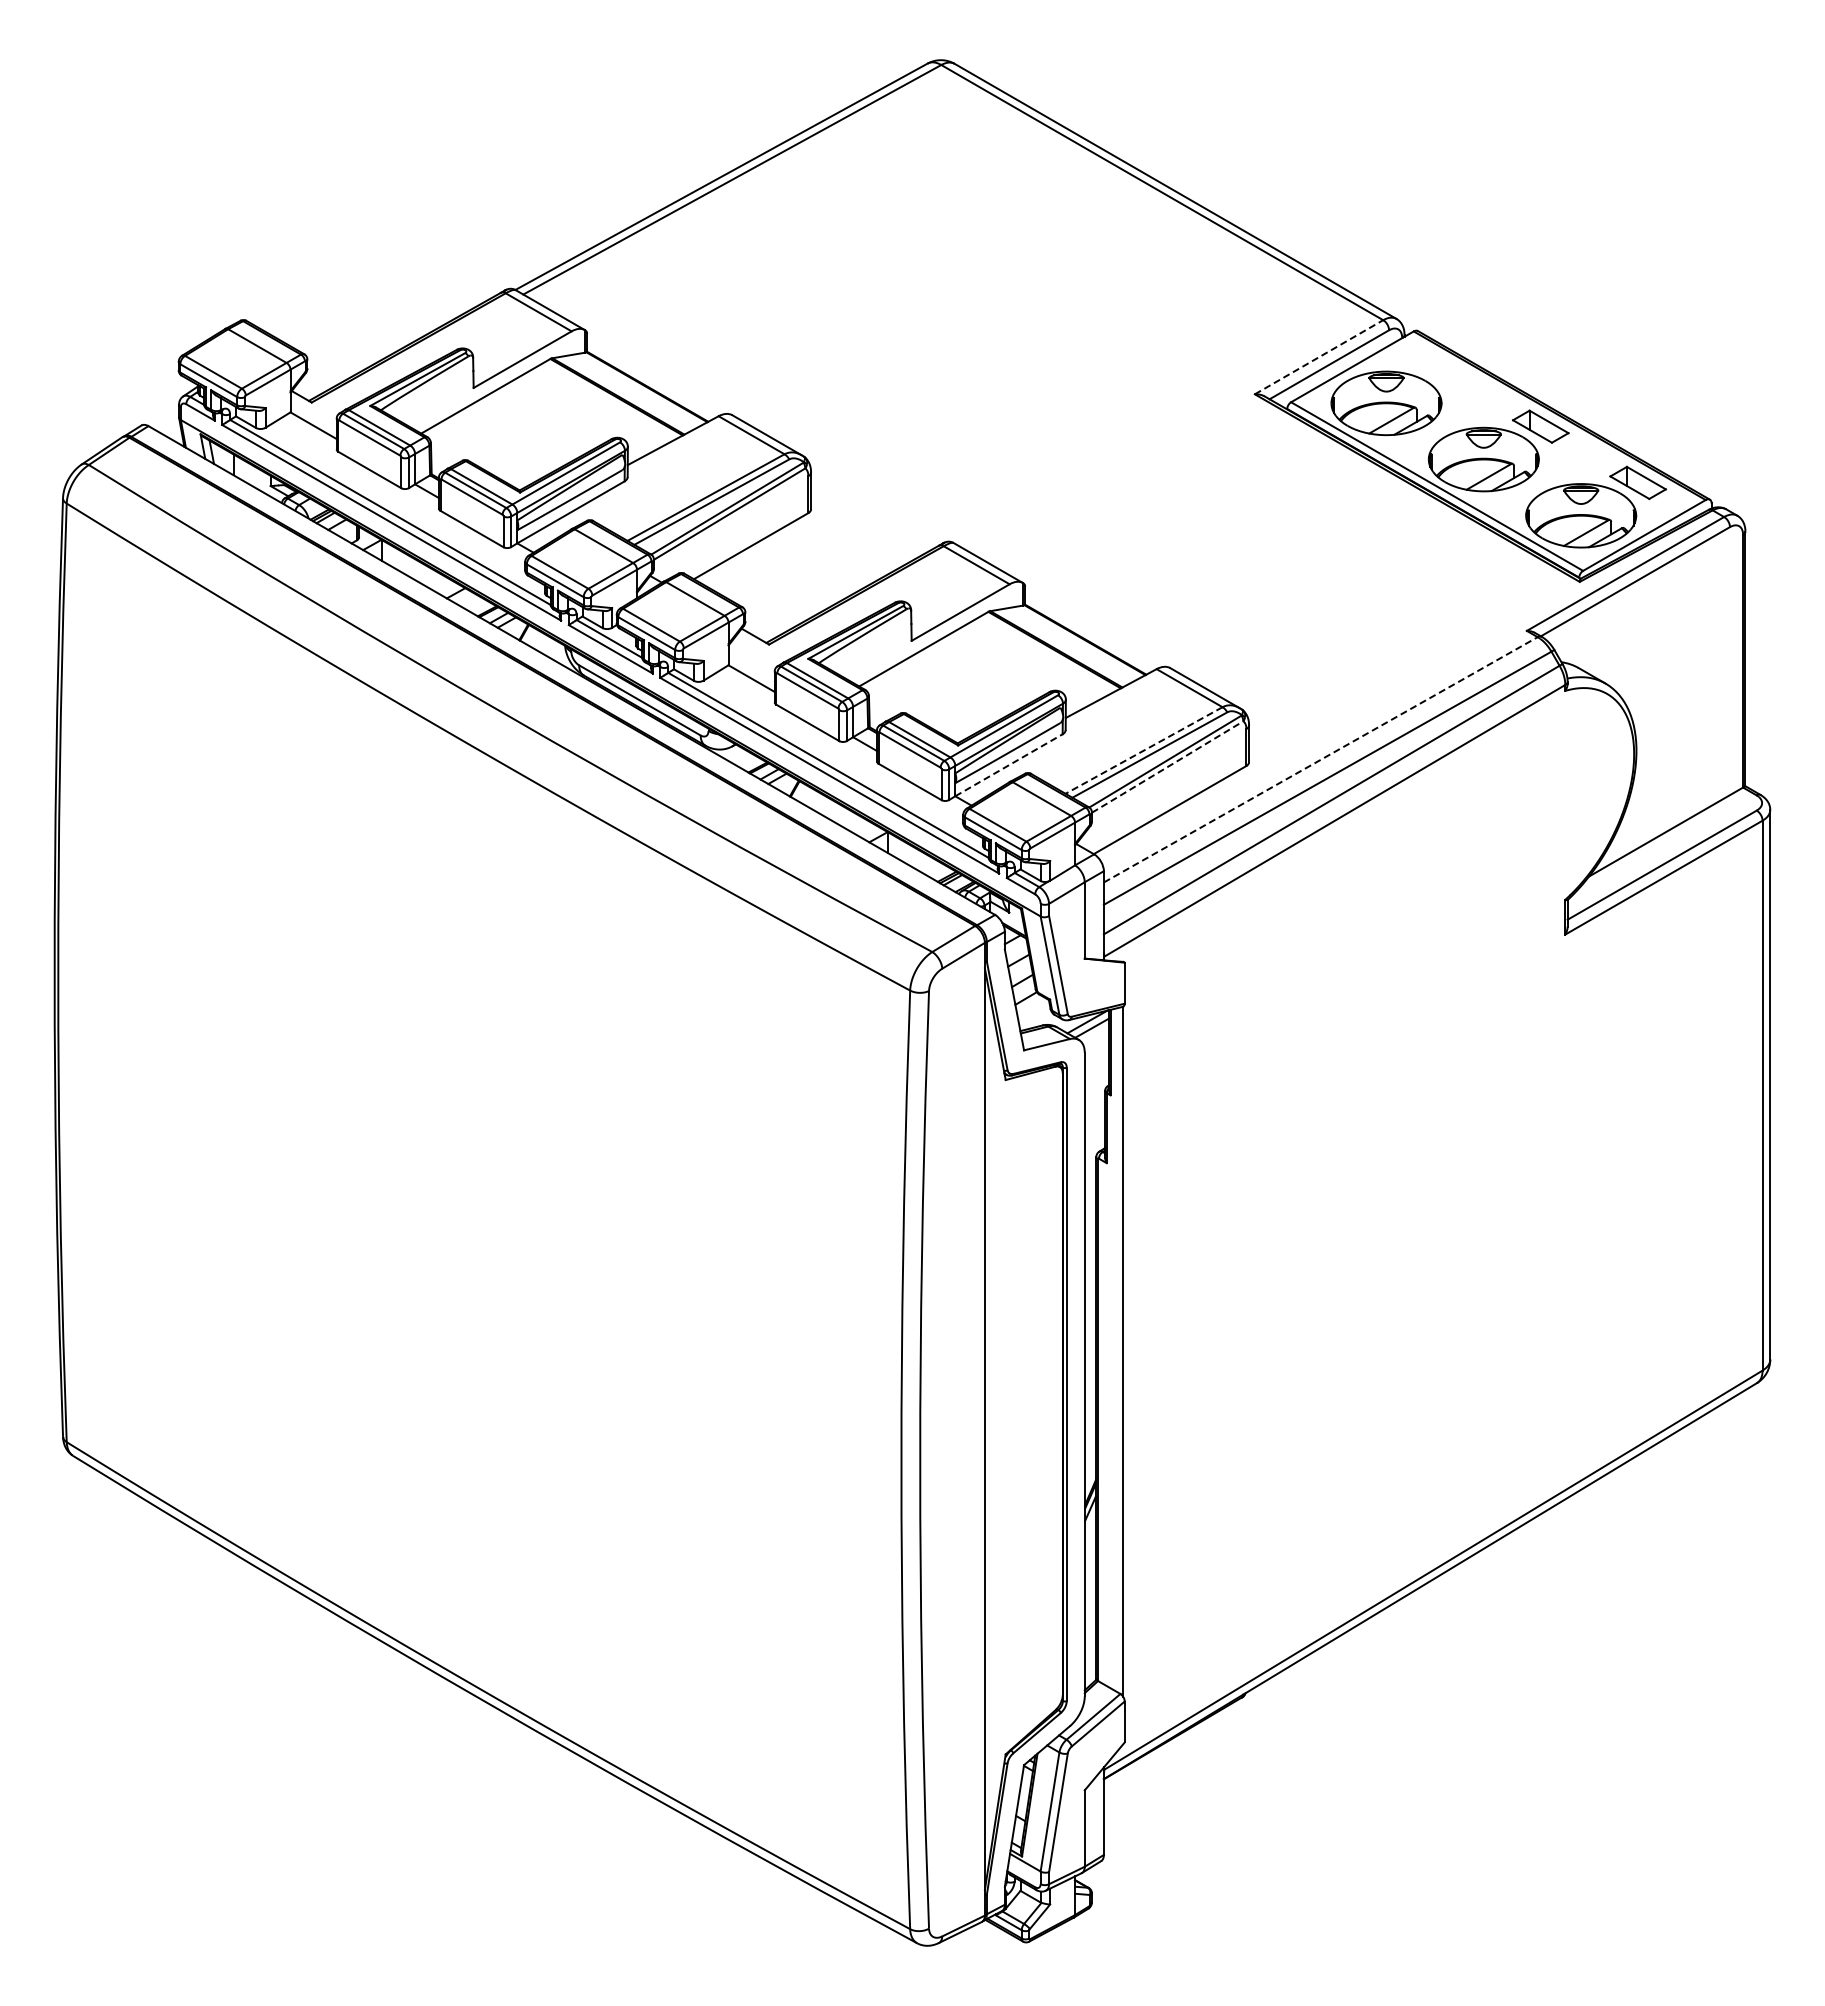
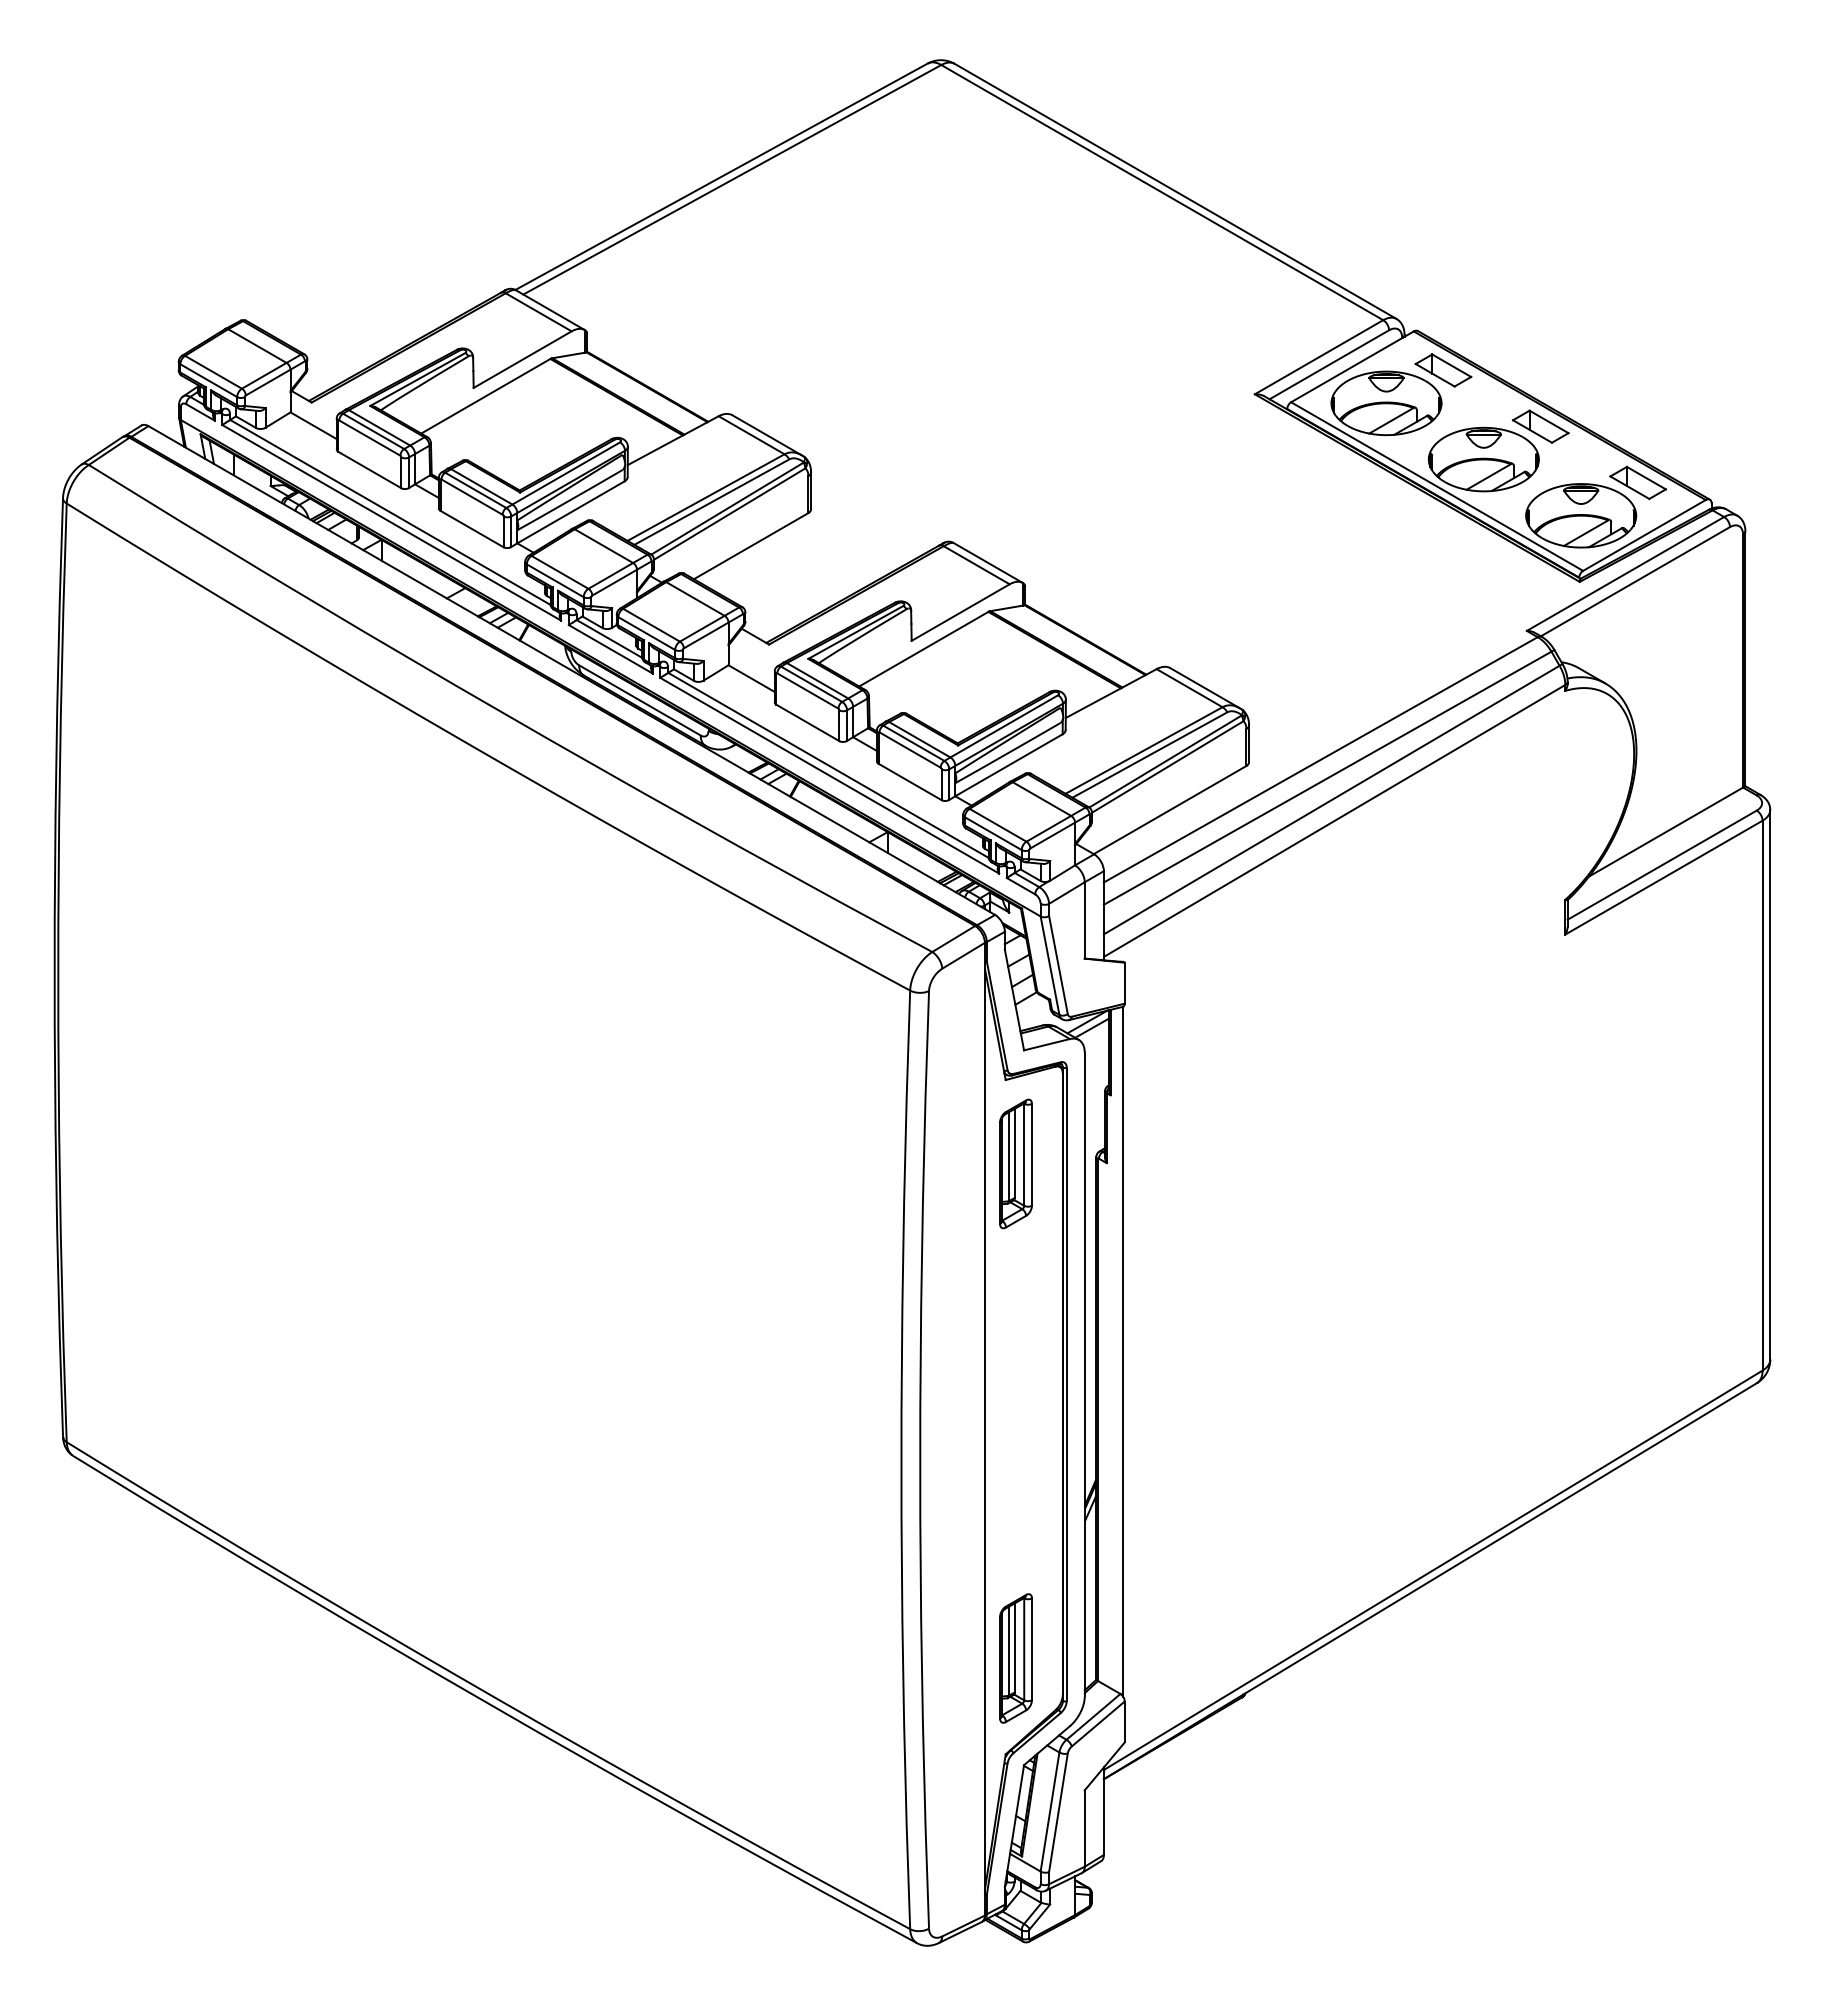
line at (1319, 357): dashed -> solid
part at (1443, 370): none -> present
line at (1144, 750): dashed -> solid
line at (1321, 759): dashed -> solid
line at (1008, 765): dashed -> solid
line at (1168, 766): dashed -> solid
part at (1015, 1163): none -> present
part at (1015, 1658): none -> present
